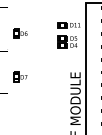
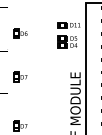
part at (20, 125): none -> present
